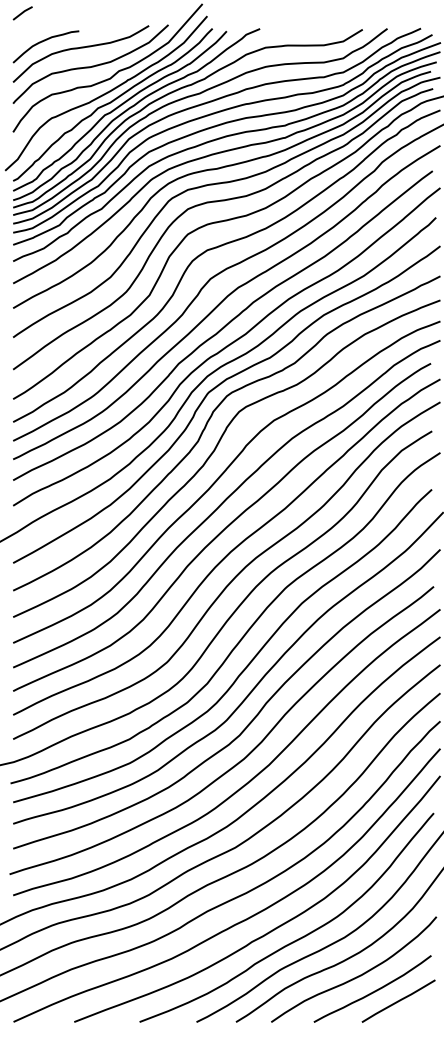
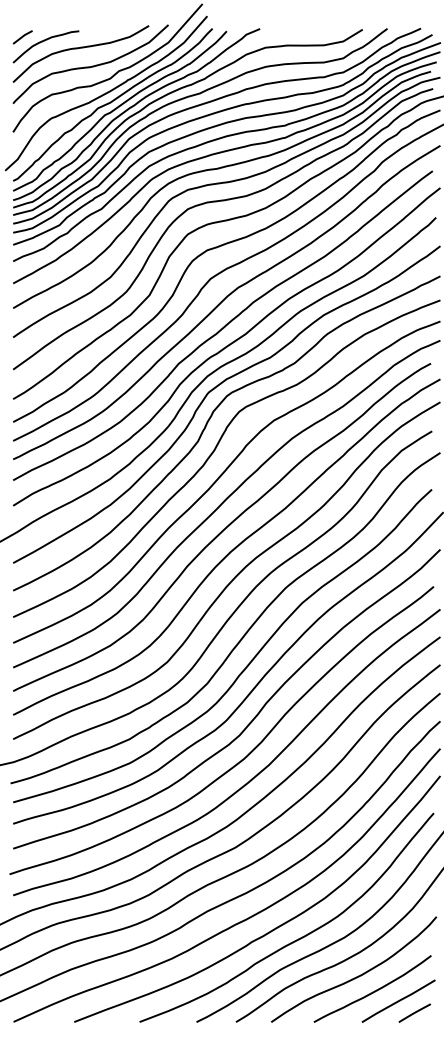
line at (22, 13) position: (22, 13) -> (22, 37)
line at (414, 1012): none -> present
